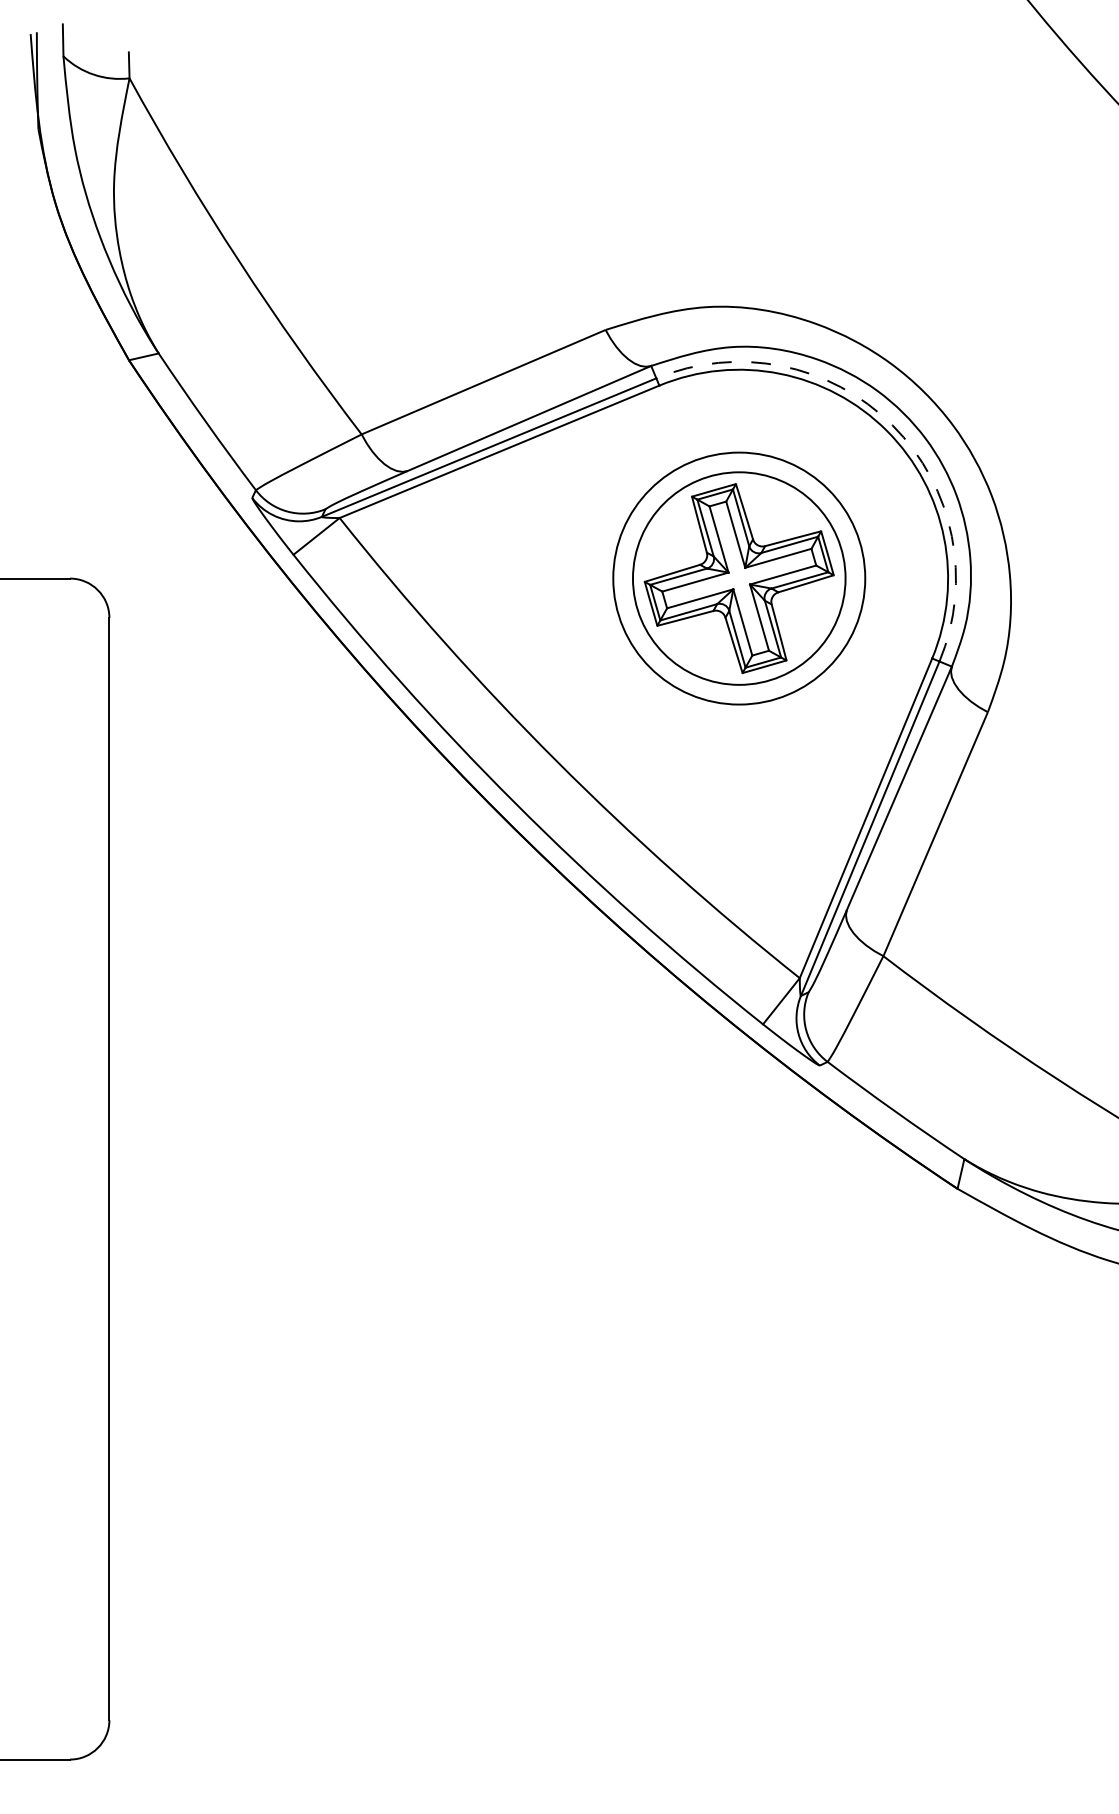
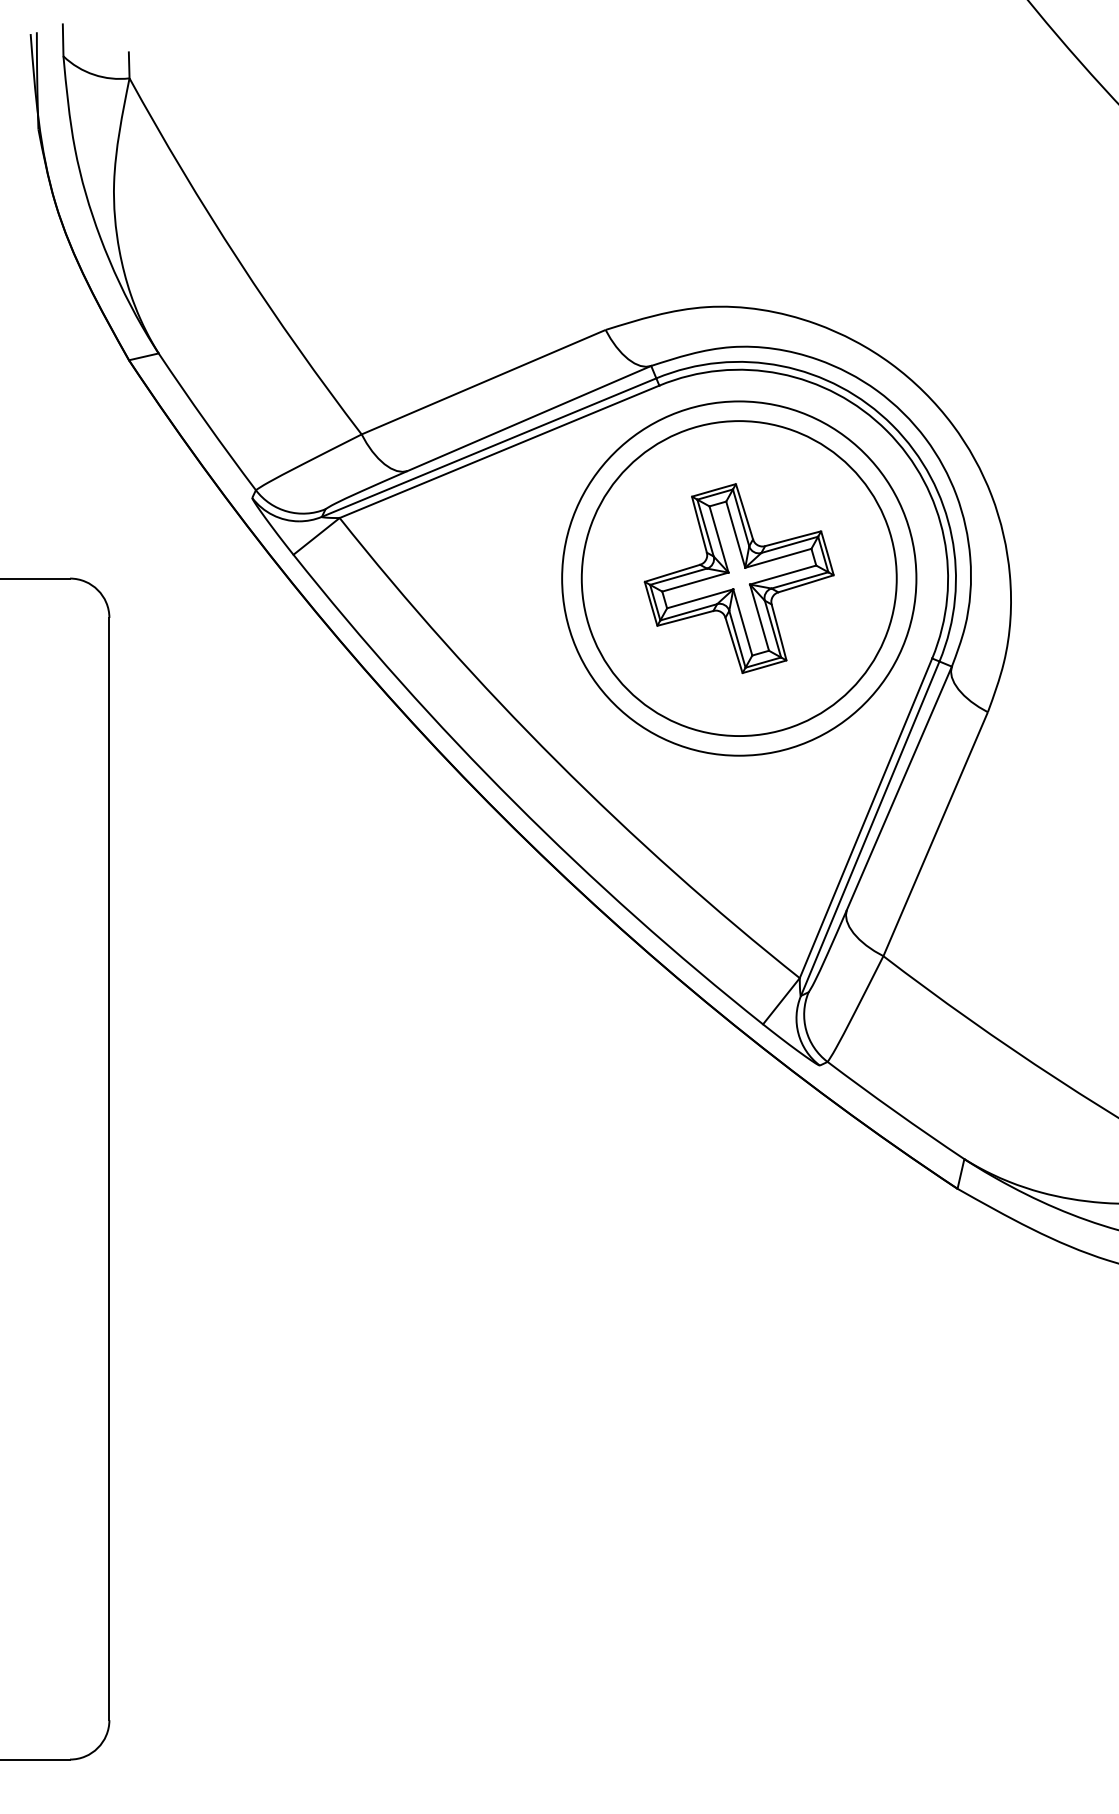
arc at (892, 425): dashed -> solid
circle at (738, 578) diameter: 213 px -> 354 px
circle at (739, 578) diameter: 252 px -> 315 px
